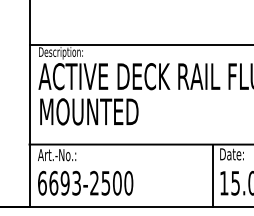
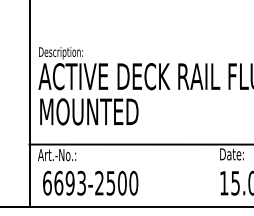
line at (139, 45): present -> none
line at (212, 175): present -> none
text at (85, 182) position: (85, 182) -> (90, 182)
